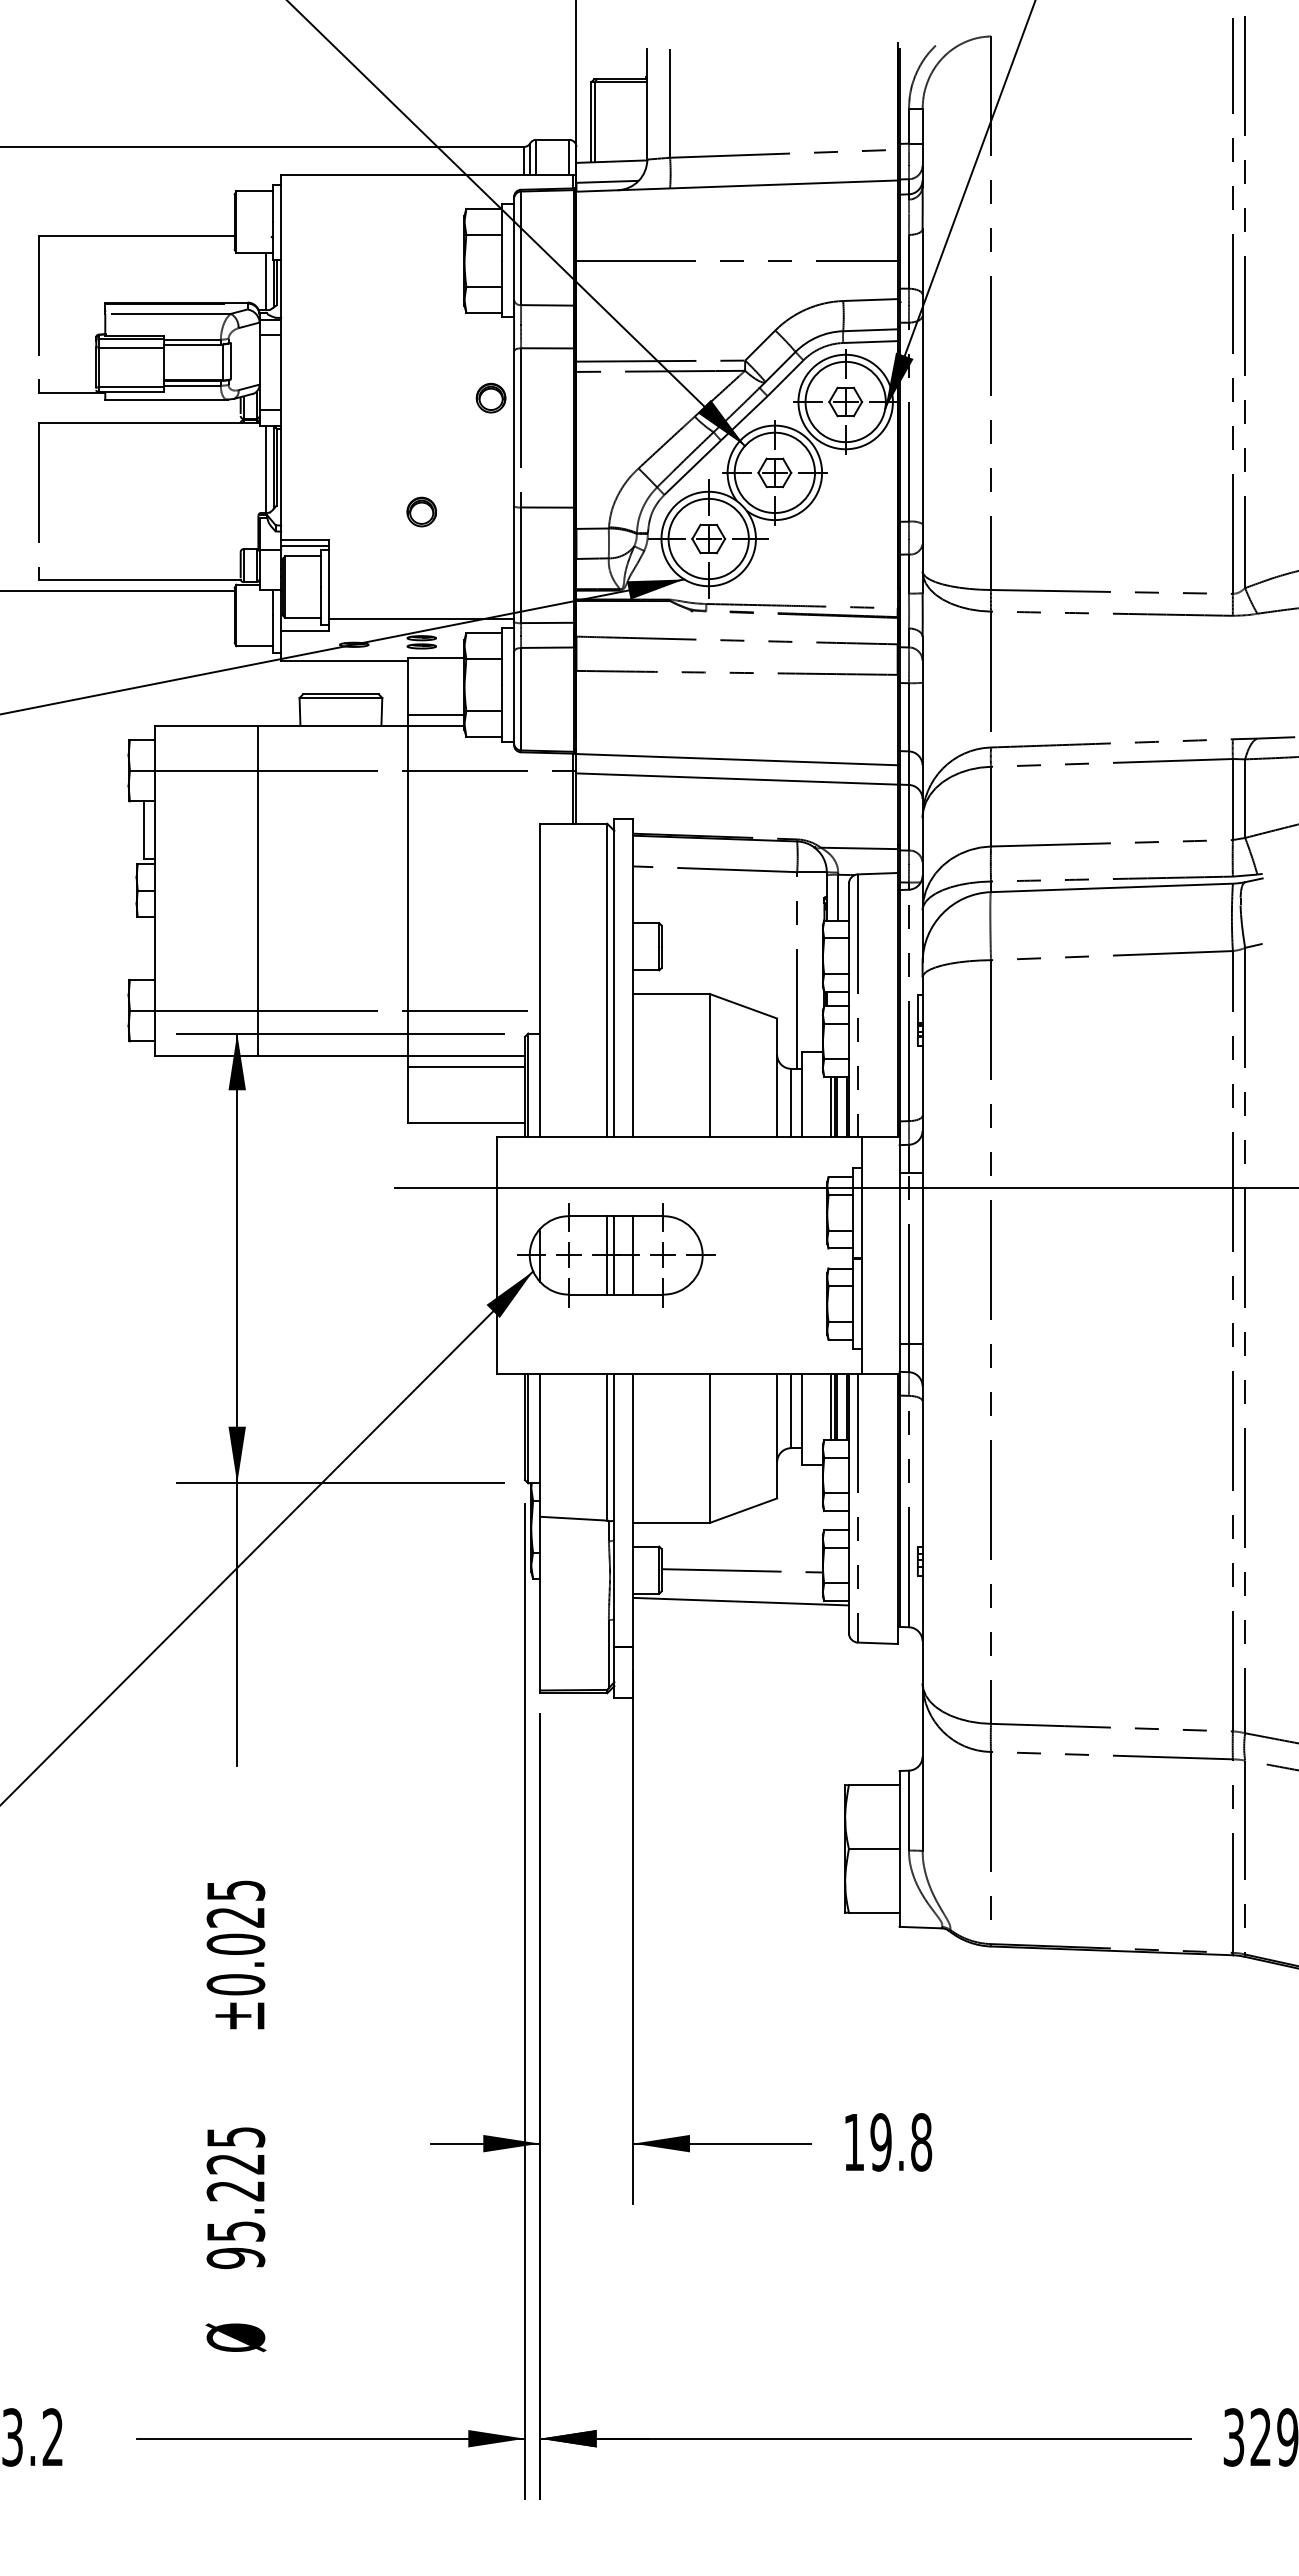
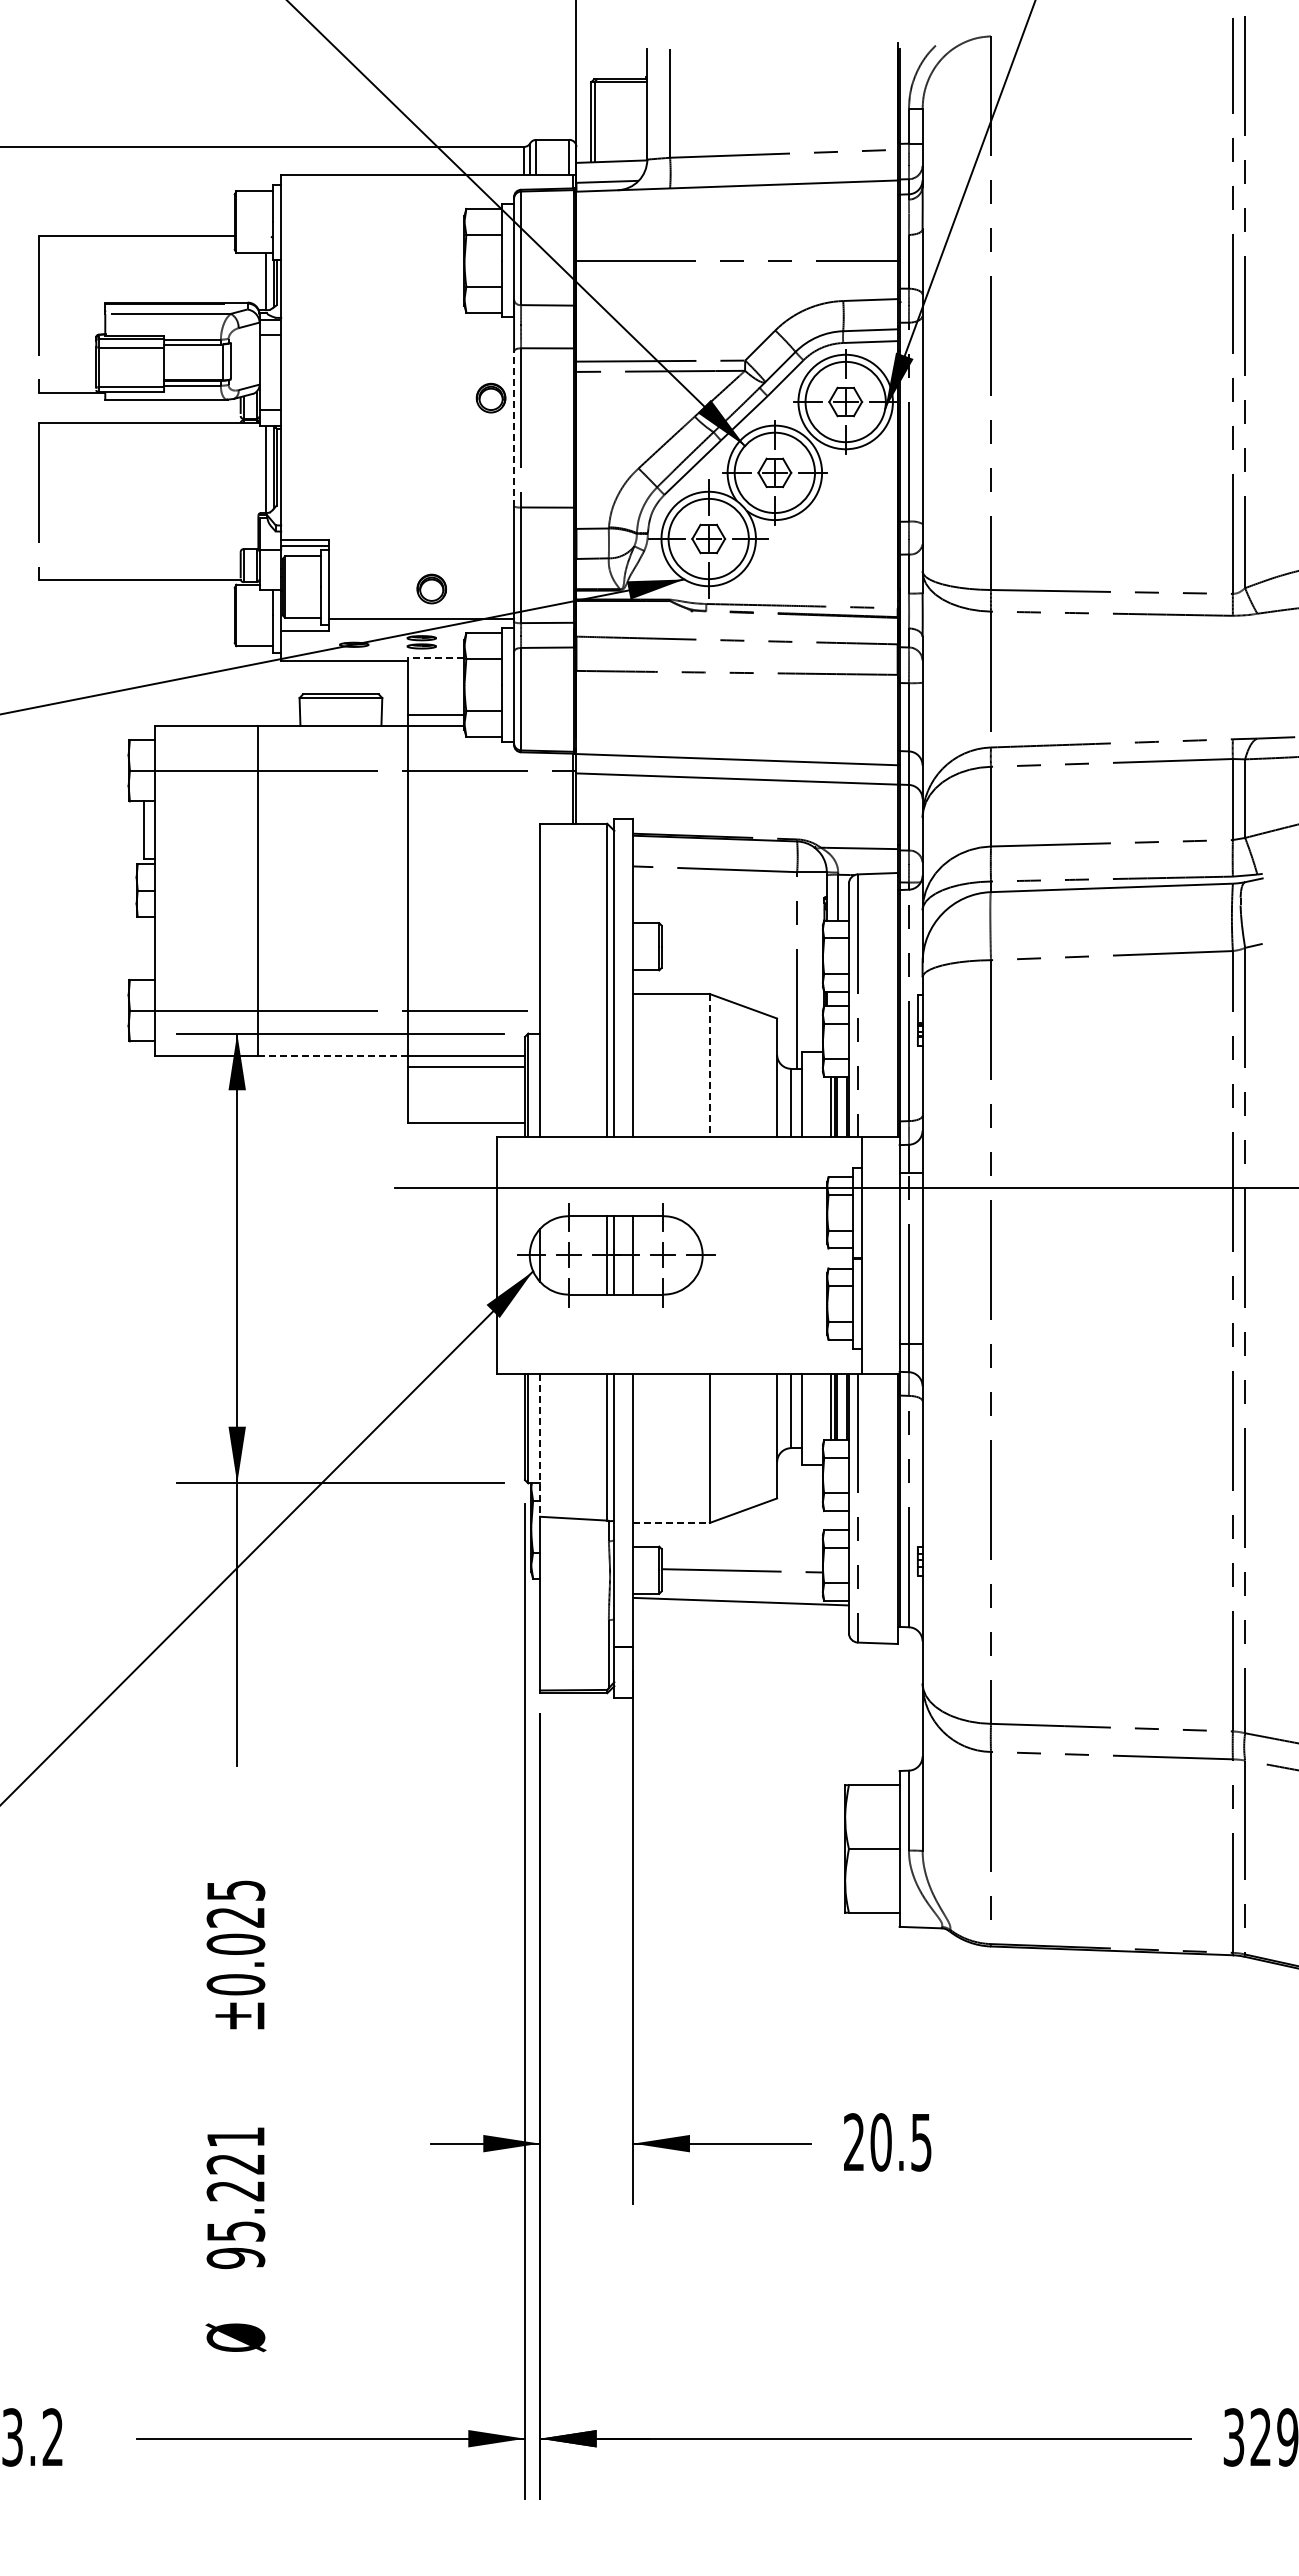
line at (514, 429): solid -> dashed
part at (421, 511) position: (421, 511) -> (431, 588)
line at (118, 590): present -> none
line at (435, 657): solid -> dashed
line at (332, 1055): solid -> dashed
line at (709, 1065): solid -> dashed
line at (539, 1445): solid -> dashed
line at (672, 1522): solid -> dashed
text at (236, 2137): 95.225 -> 95.221
text at (888, 2142): 19.8 -> 20.5
